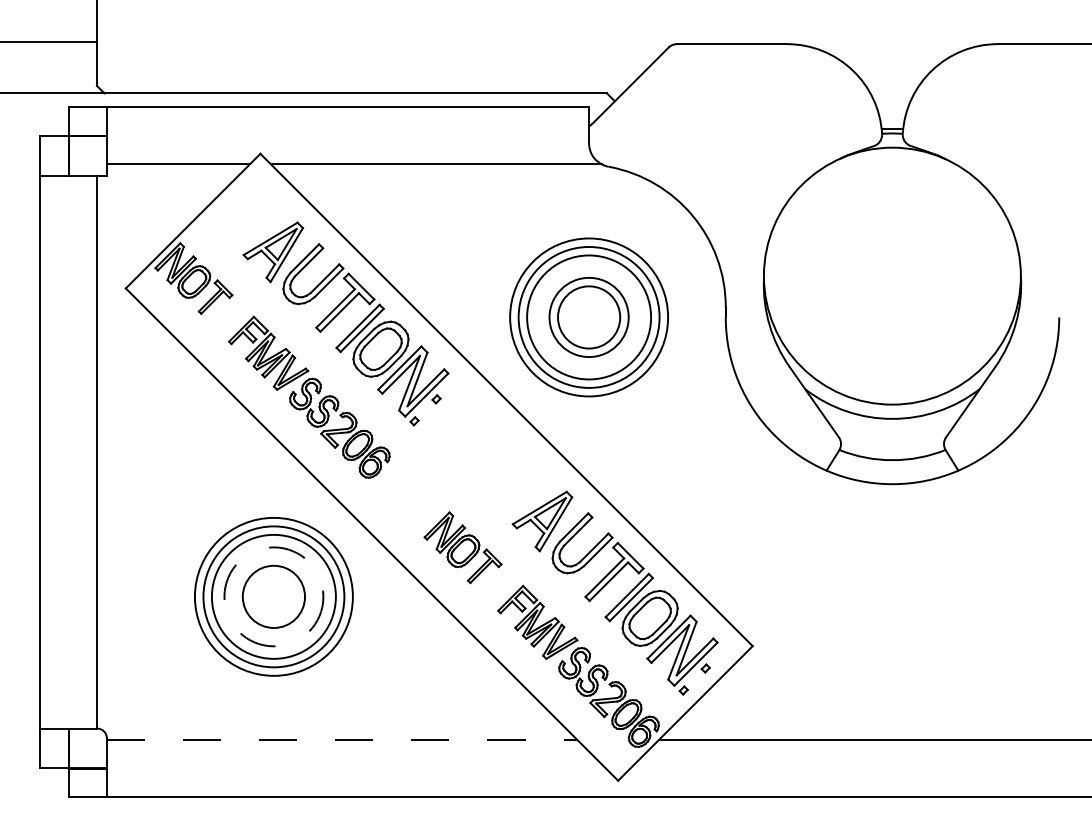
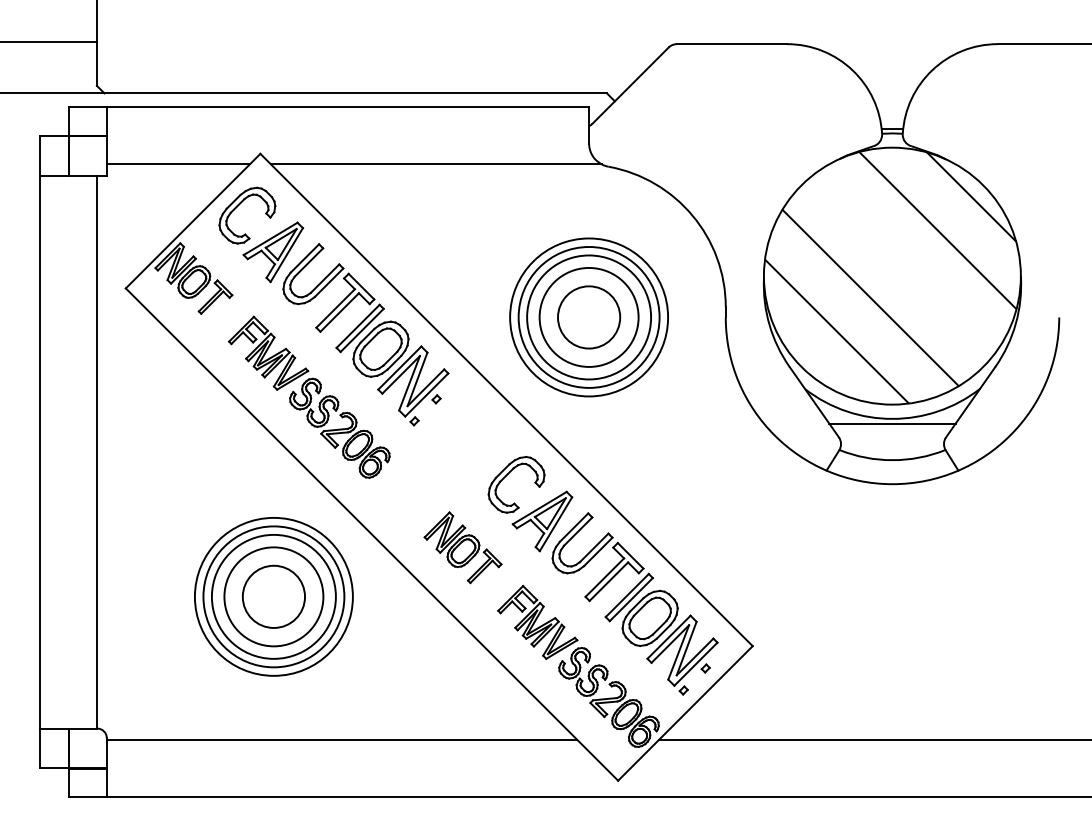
part at (238, 206): none -> present
hatch at (890, 277): none -> present
circle at (588, 317) diameter: 79 px -> 99 px
line at (892, 423): none -> present
part at (507, 475): none -> present
circle at (273, 596): dashed -> solid
line at (342, 740): dashed -> solid
